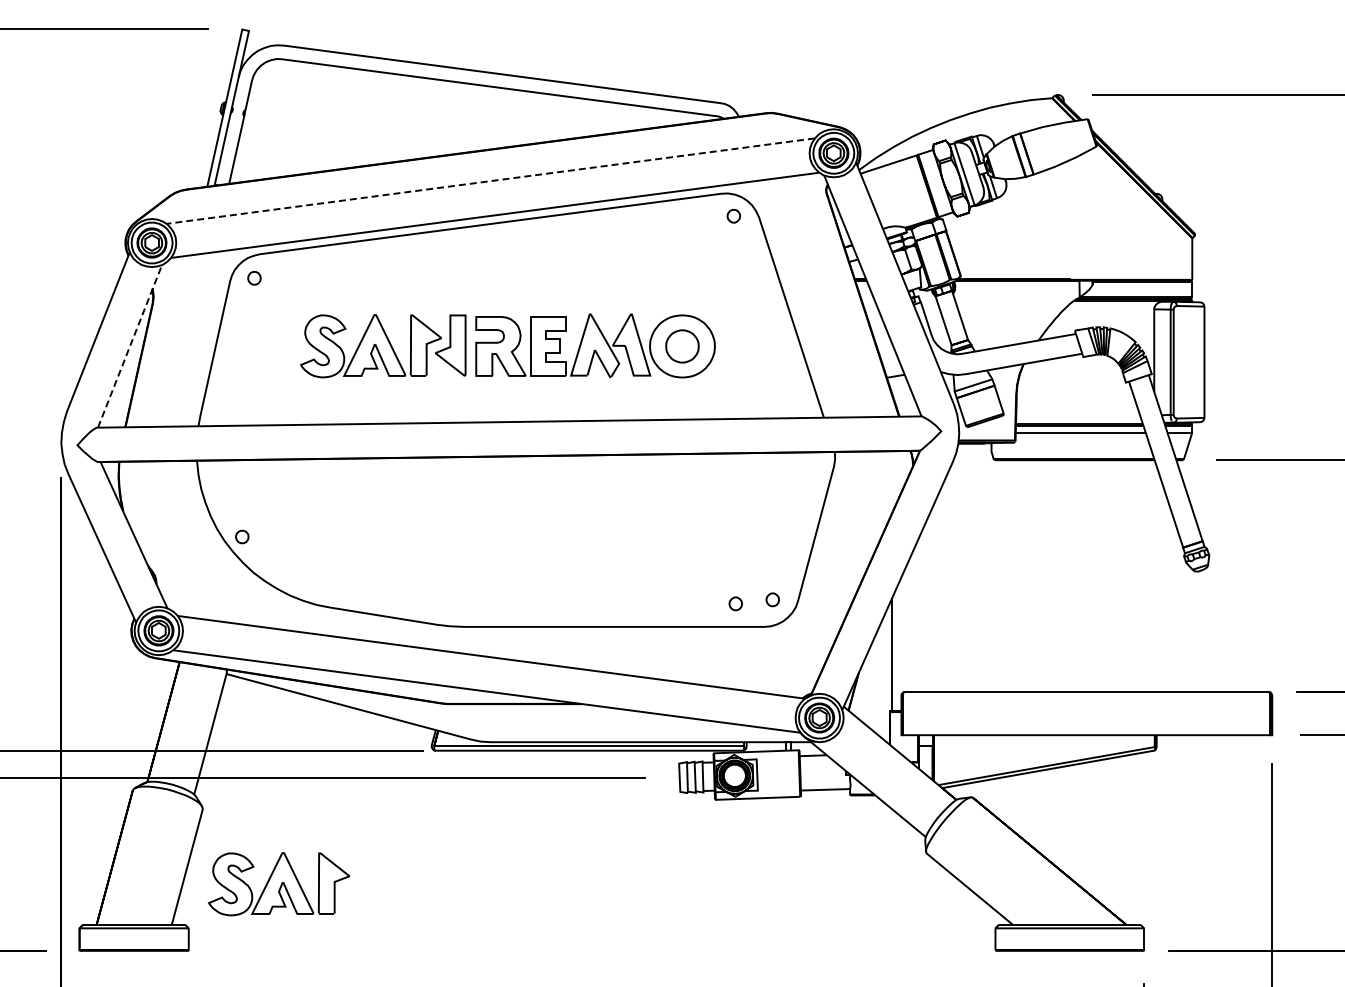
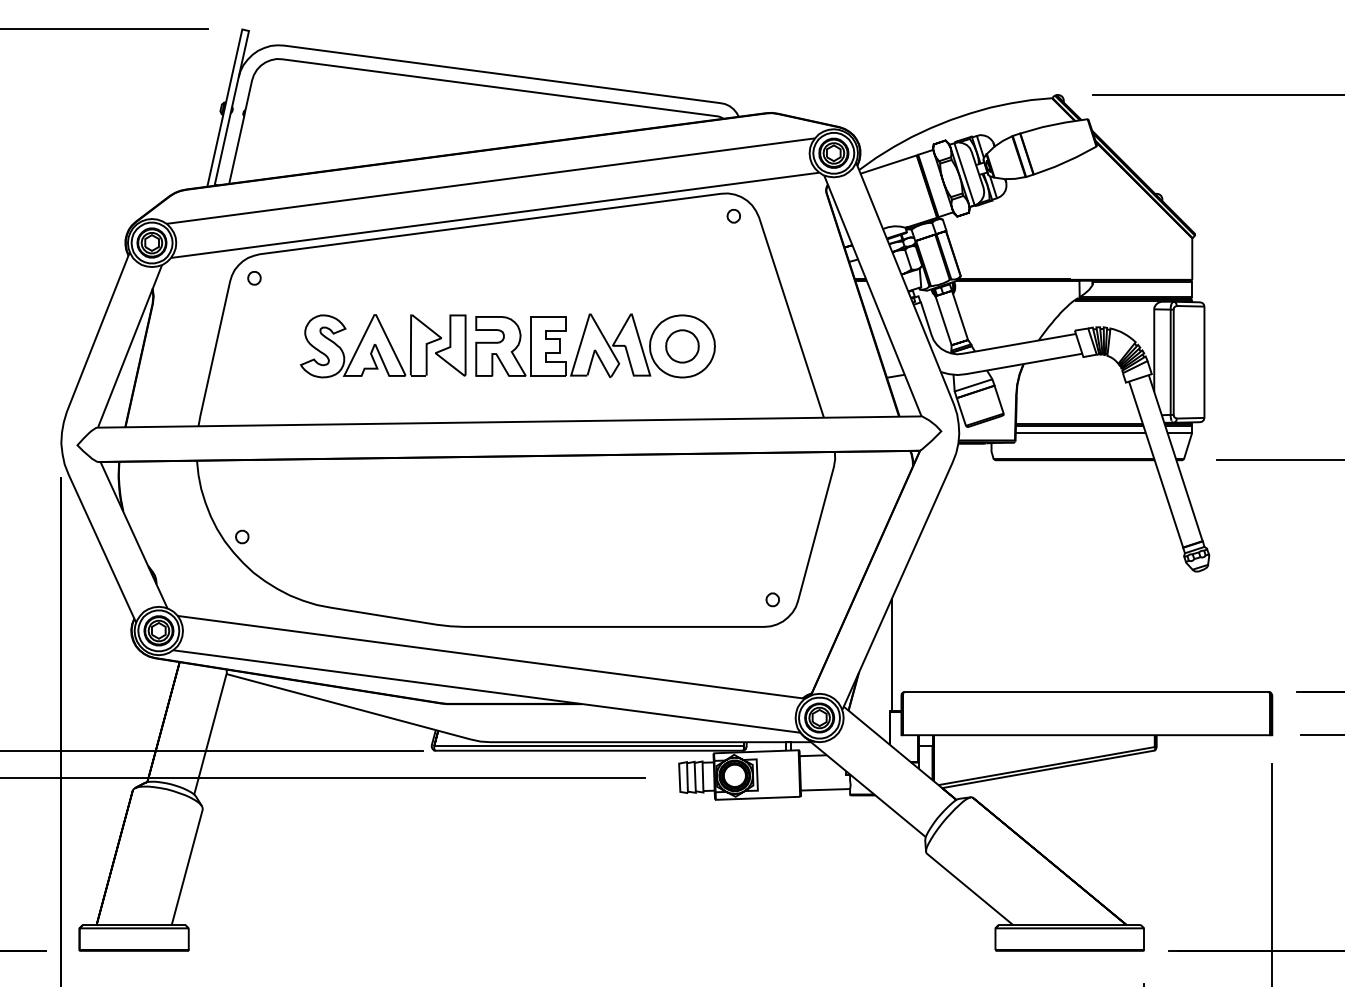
line at (490, 181): dashed -> solid
line at (129, 346): dashed -> solid
part at (735, 603): present -> none
part at (278, 884): present -> none
